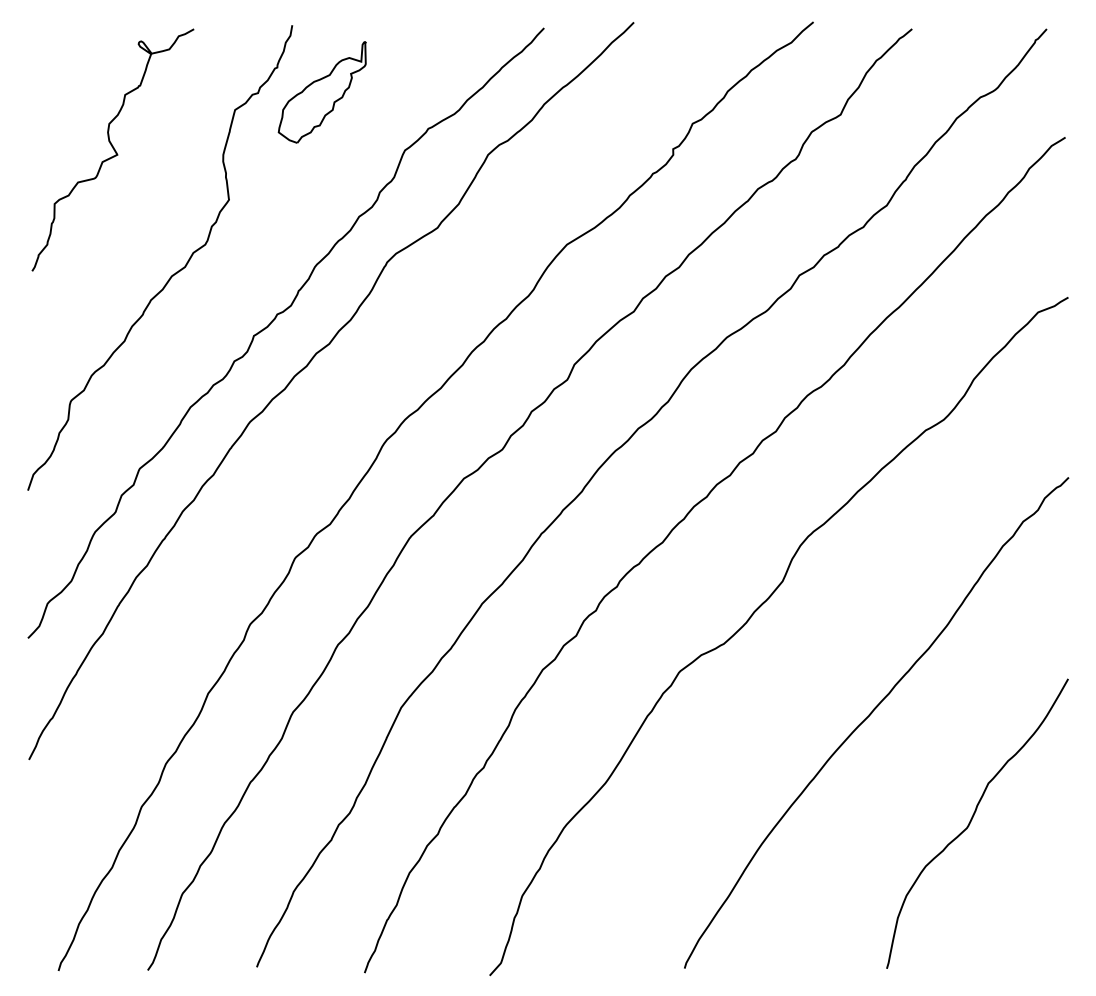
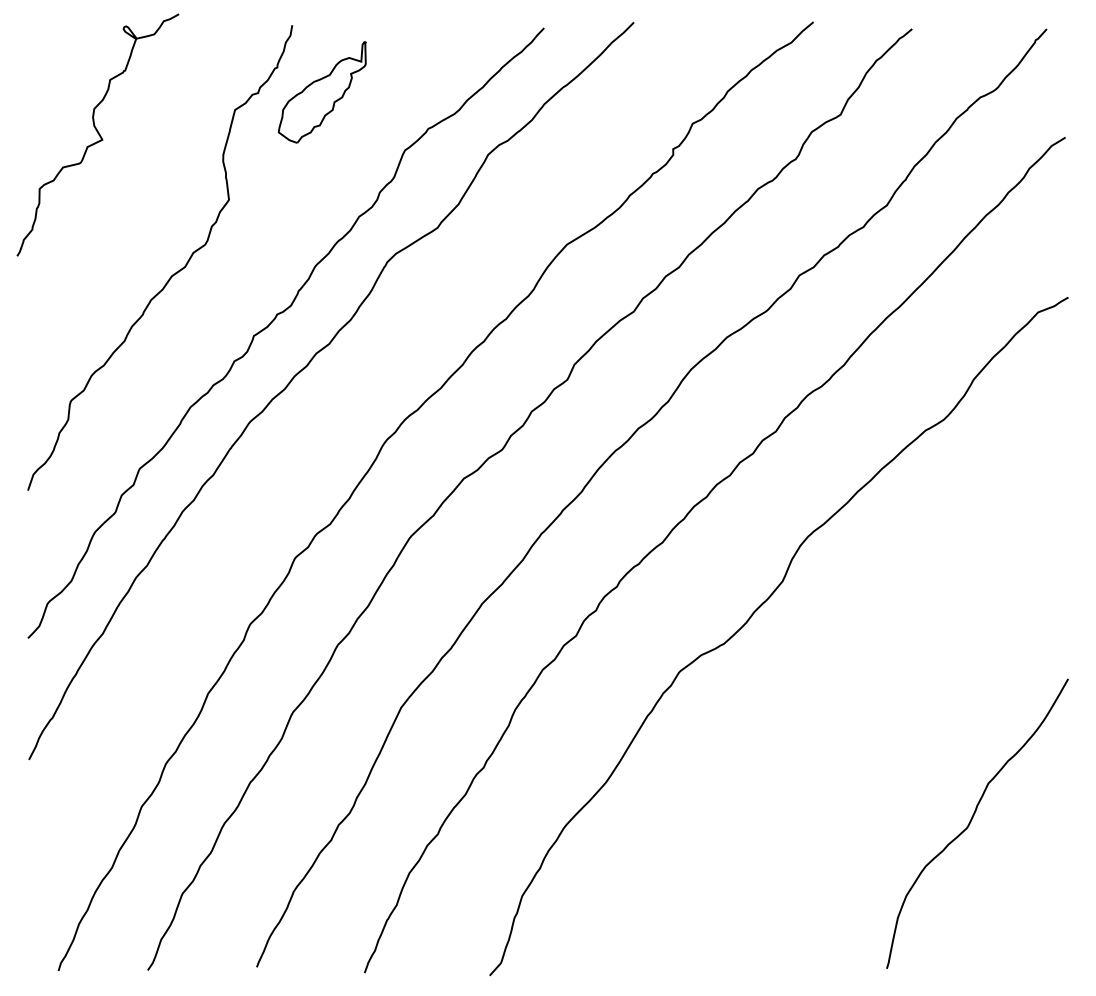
curve at (112, 148) position: (112, 148) -> (97, 133)
curve at (870, 715): present -> none
